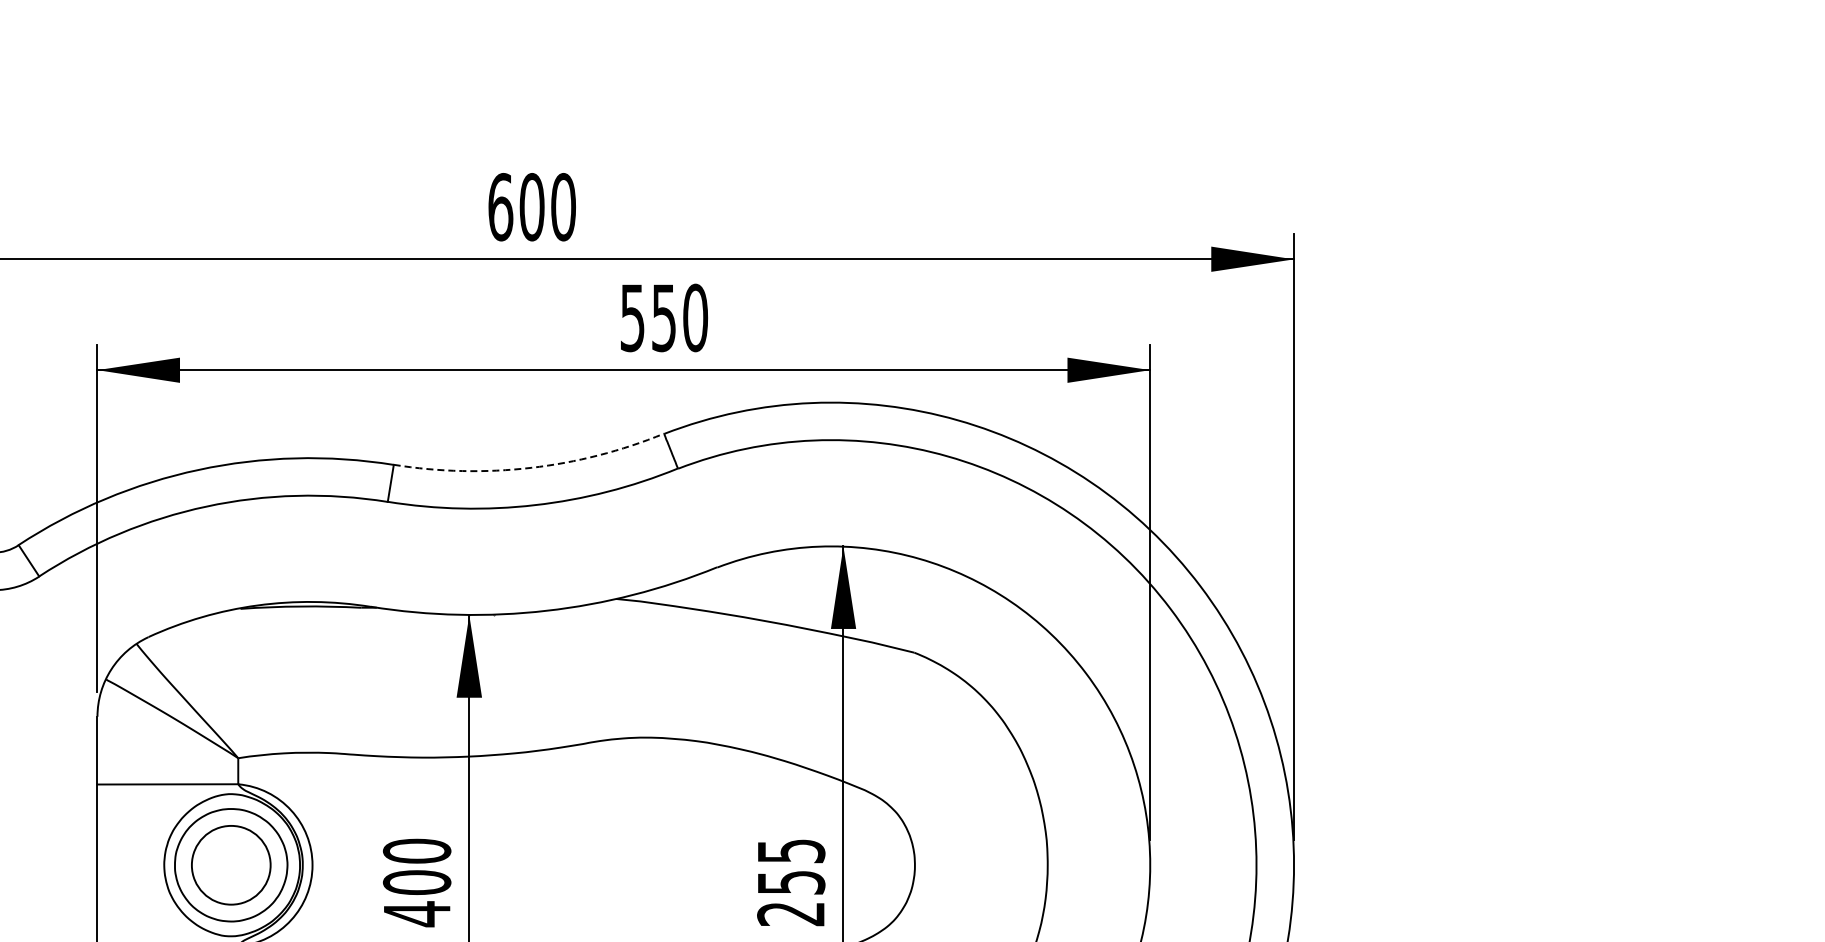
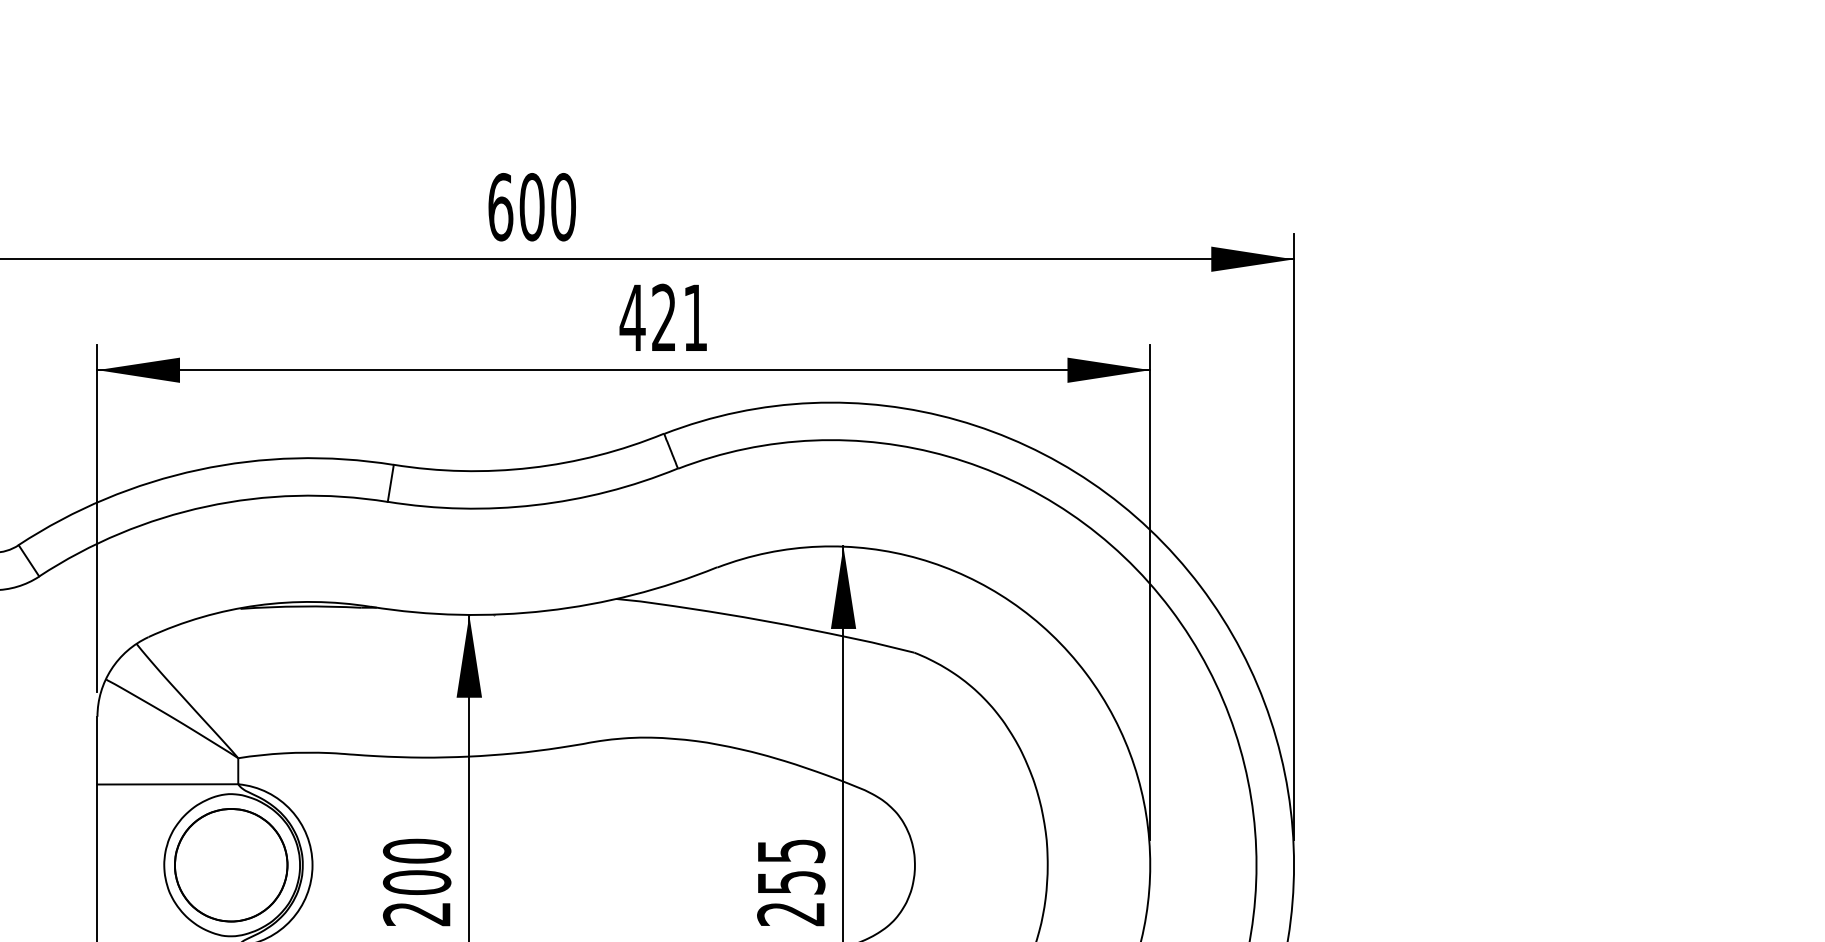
text at (663, 317): 550 -> 421
arc at (531, 467): dashed -> solid
circle at (230, 864) diameter: 79 px -> 113 px
text at (416, 914): 400 -> 200
